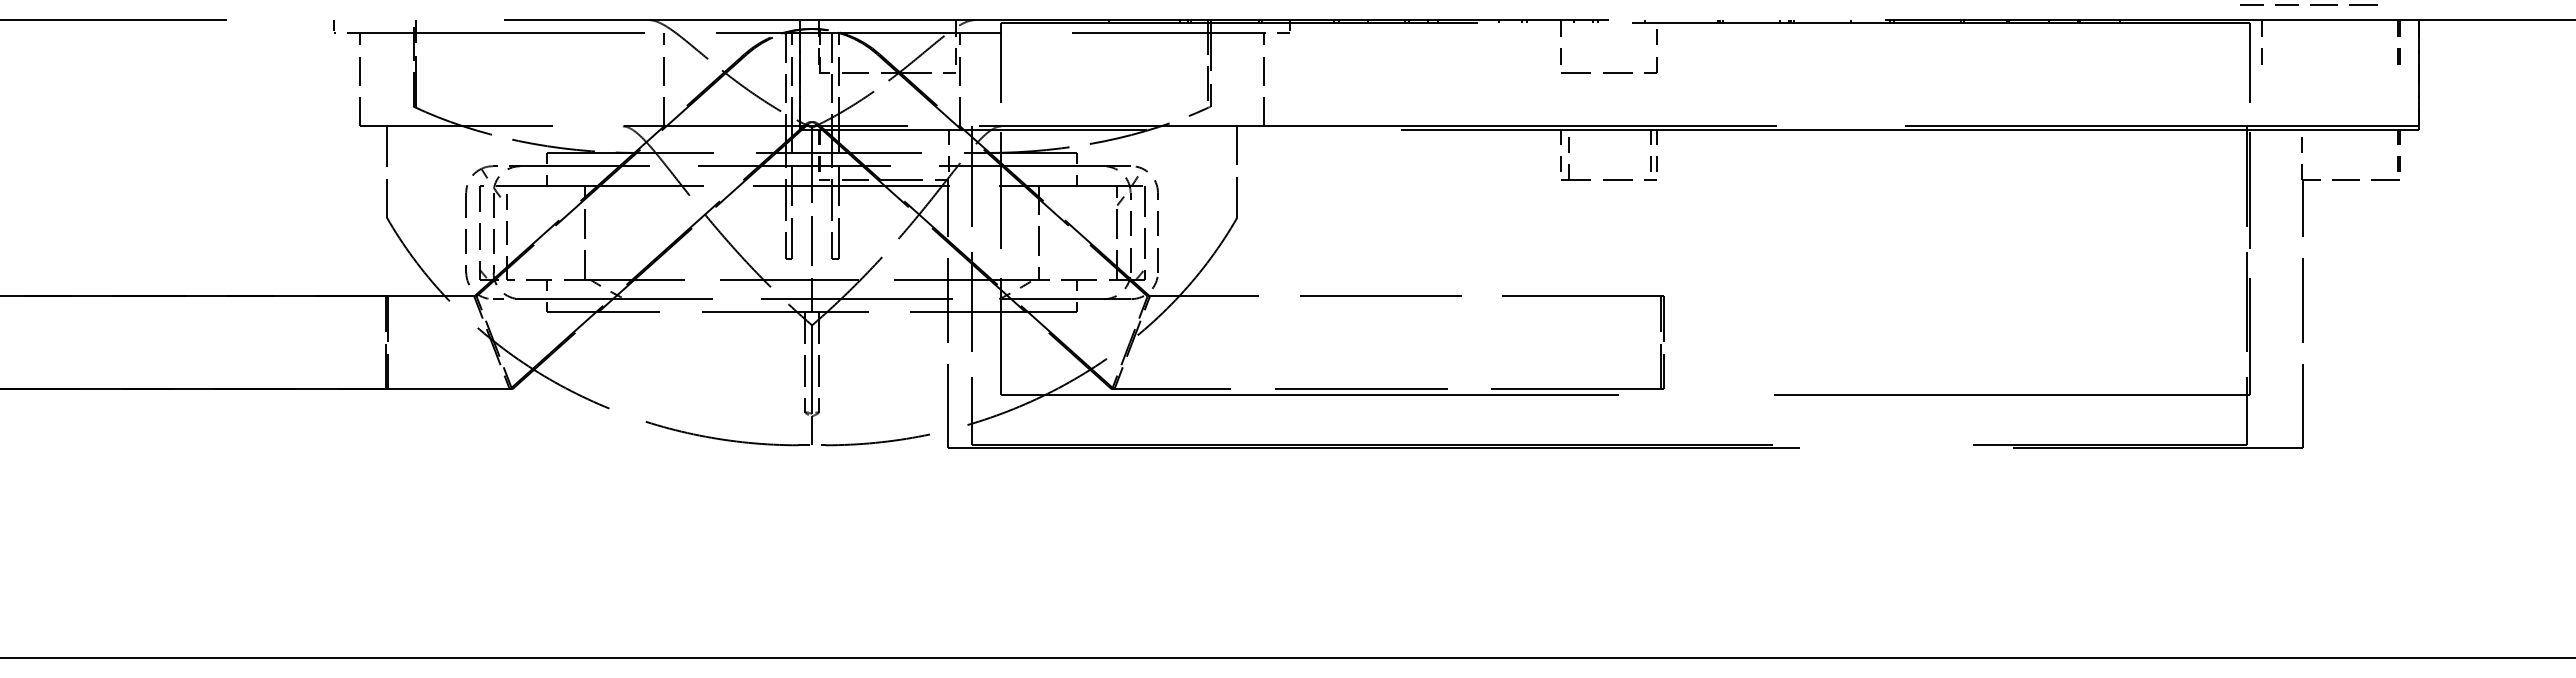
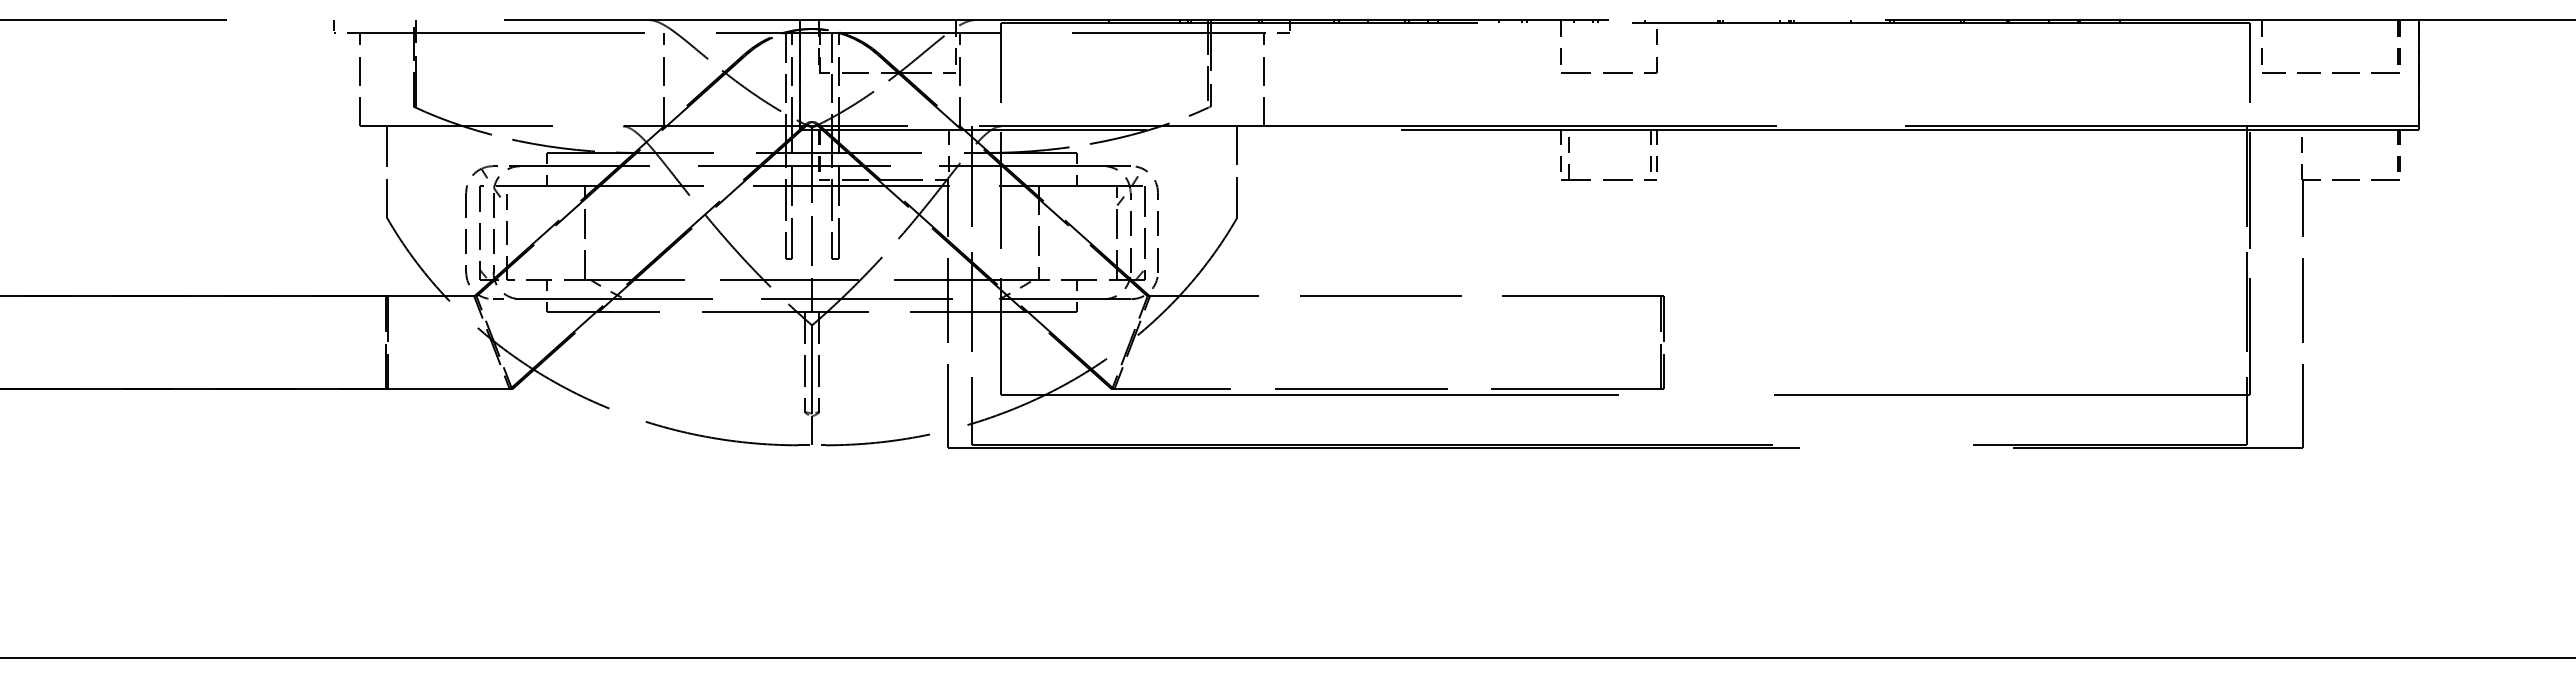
line at (2310, 4) position: (2310, 4) -> (2332, 72)
